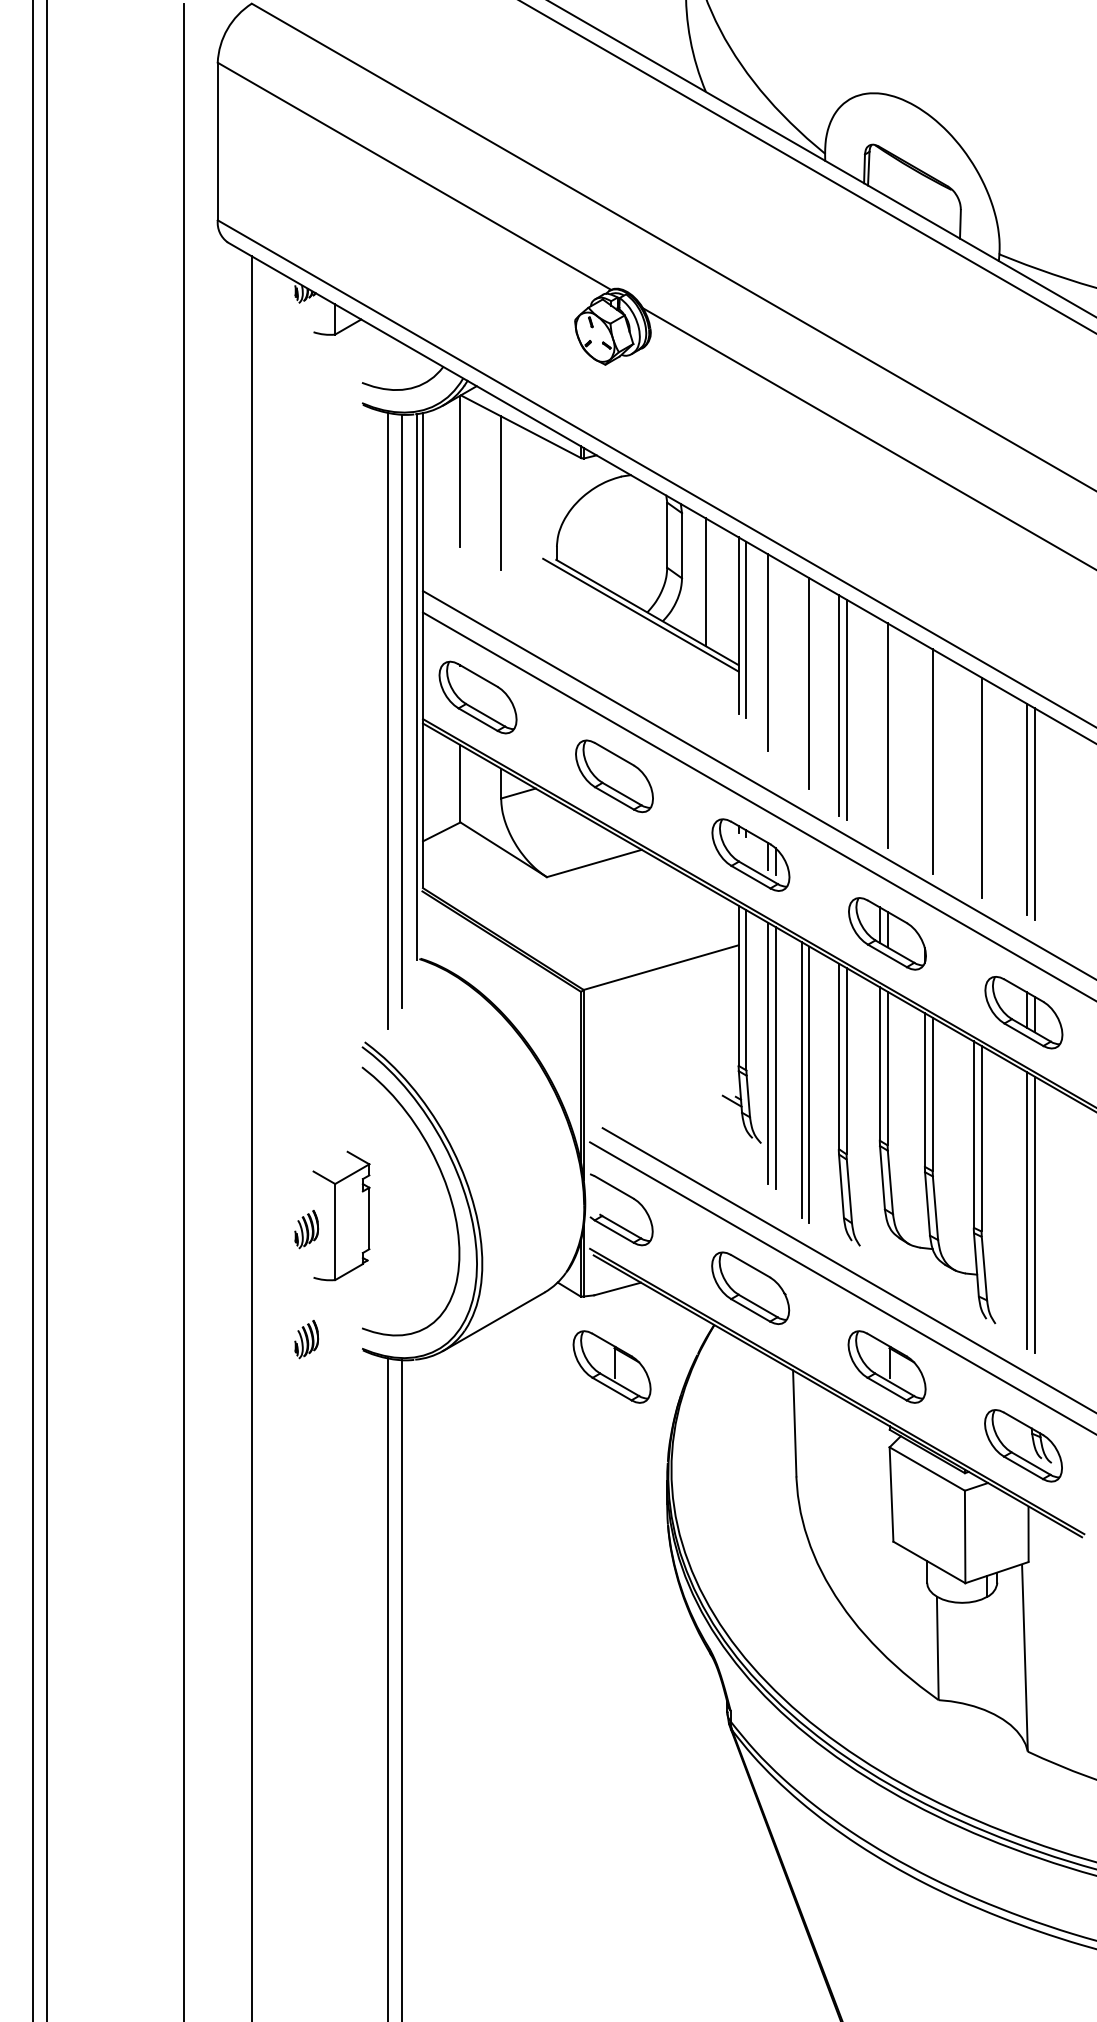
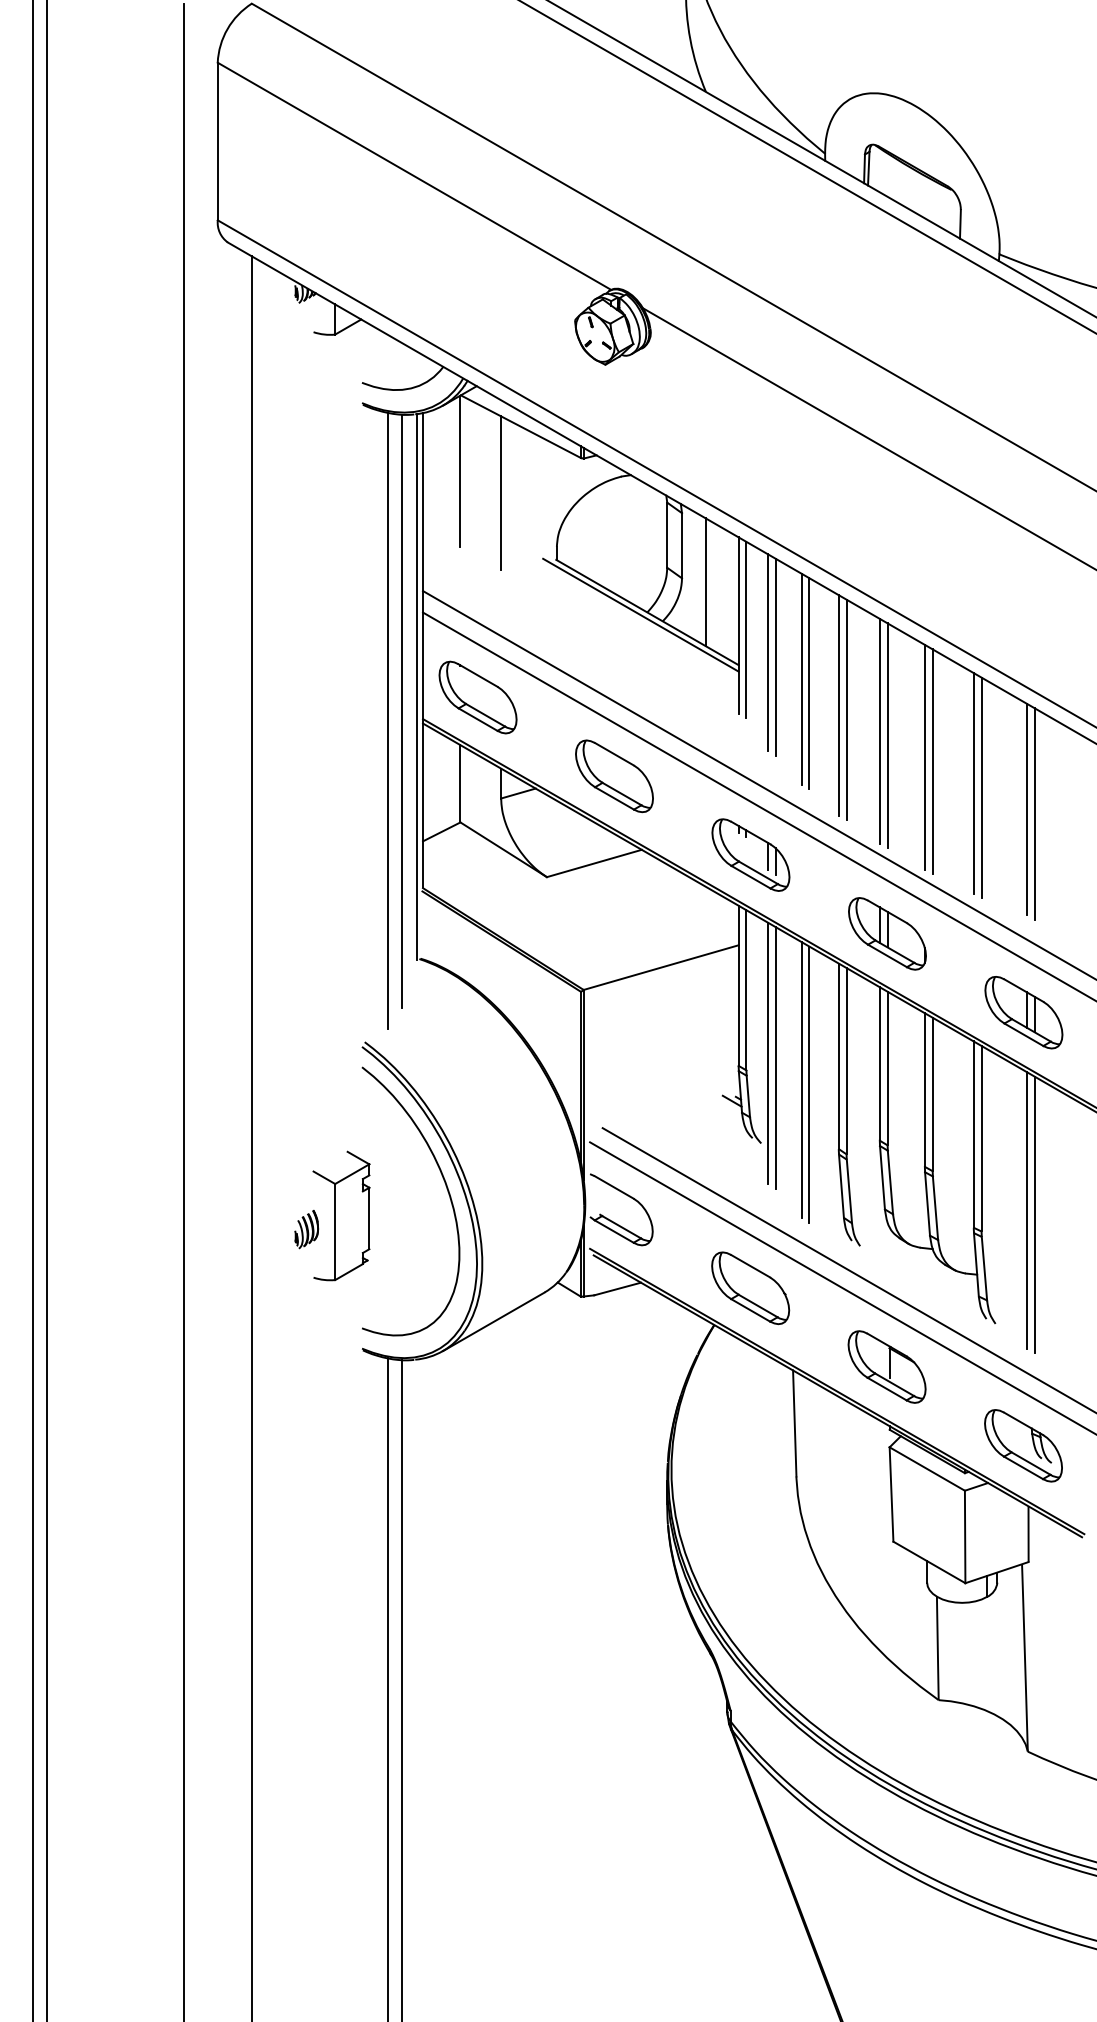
line at (775, 656): none -> present
line at (801, 678): none -> present
line at (879, 730): none -> present
line at (924, 757): none -> present
line at (973, 783): none -> present
part at (306, 1339): present -> none
part at (611, 1366): present -> none
